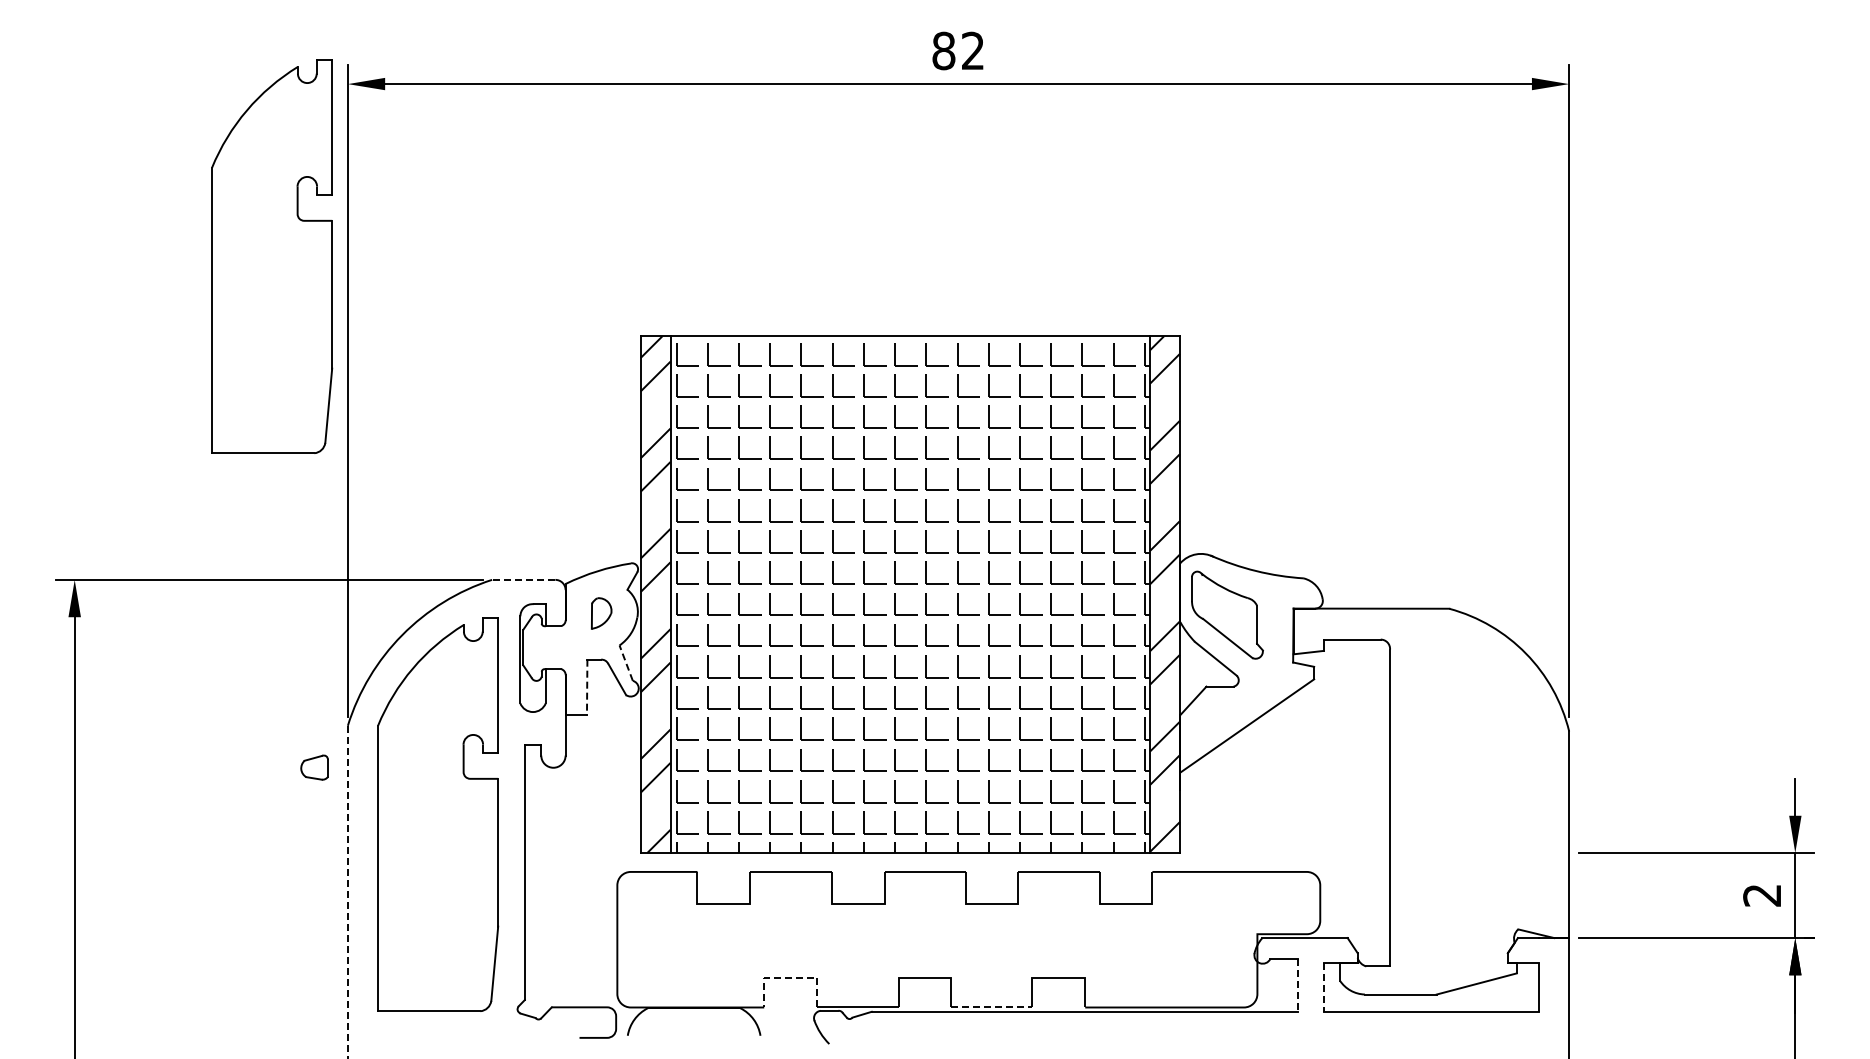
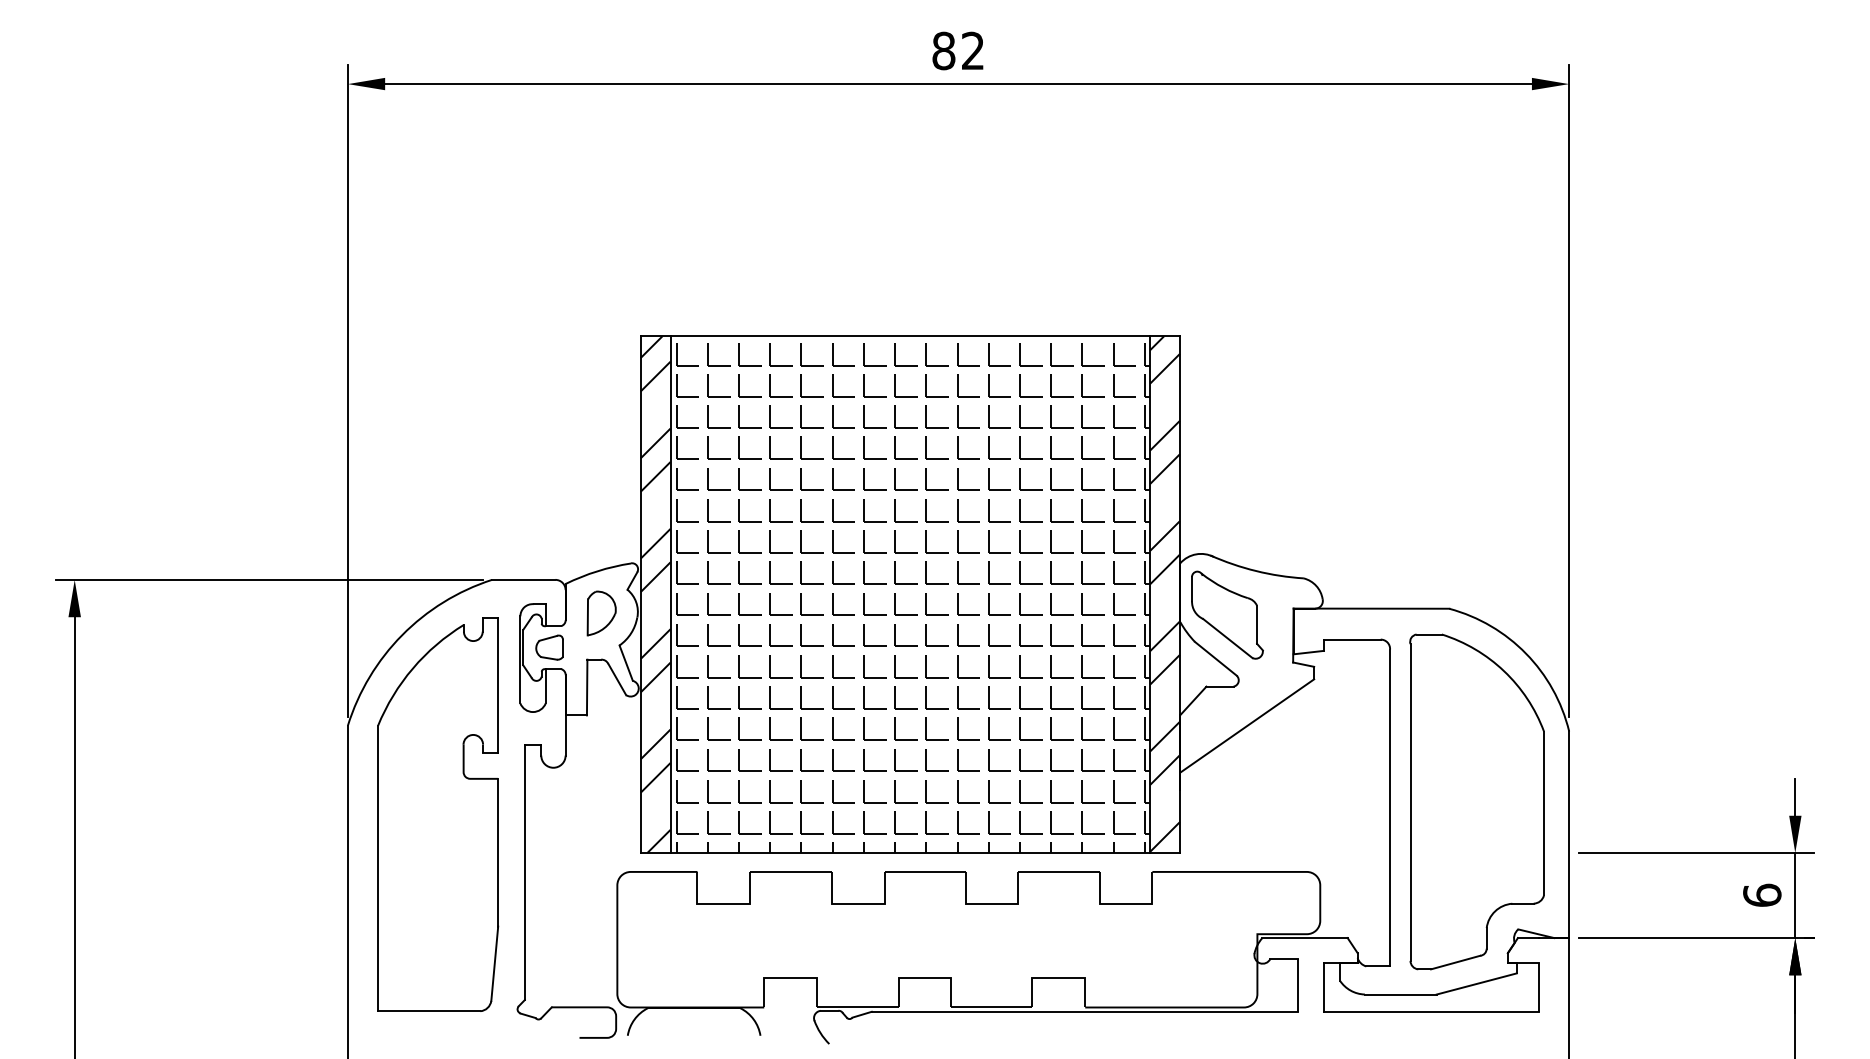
part at (272, 256): present -> none
line at (523, 579): dashed -> solid
part at (601, 613) size: 22x33 px -> 31x47 px
line at (626, 663): dashed -> solid
line at (587, 687): dashed -> solid
part at (314, 767) position: (314, 767) -> (549, 647)
part at (1476, 801): none -> present
line at (347, 892): dashed -> solid
text at (1762, 894): 2 -> 6
line at (790, 977): dashed -> solid
line at (1297, 985): dashed -> solid
line at (1324, 988): dashed -> solid
line at (991, 1007): dashed -> solid
